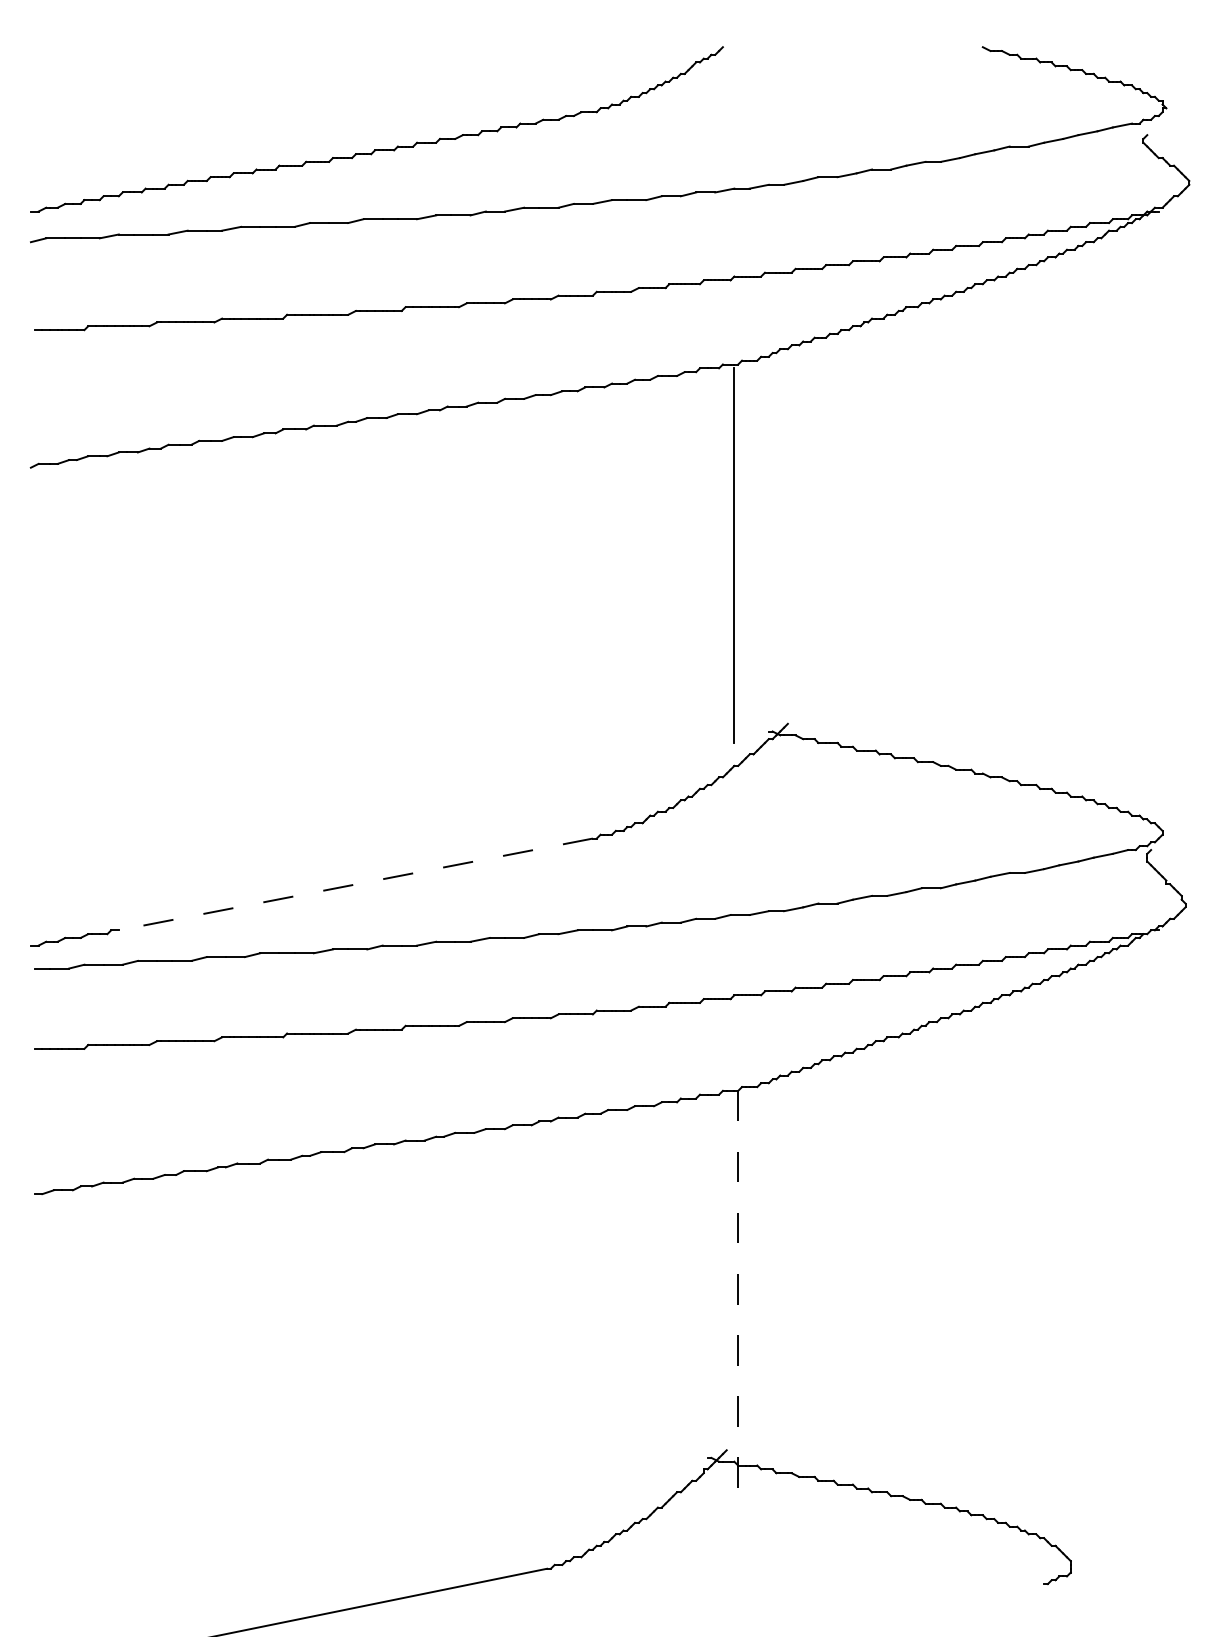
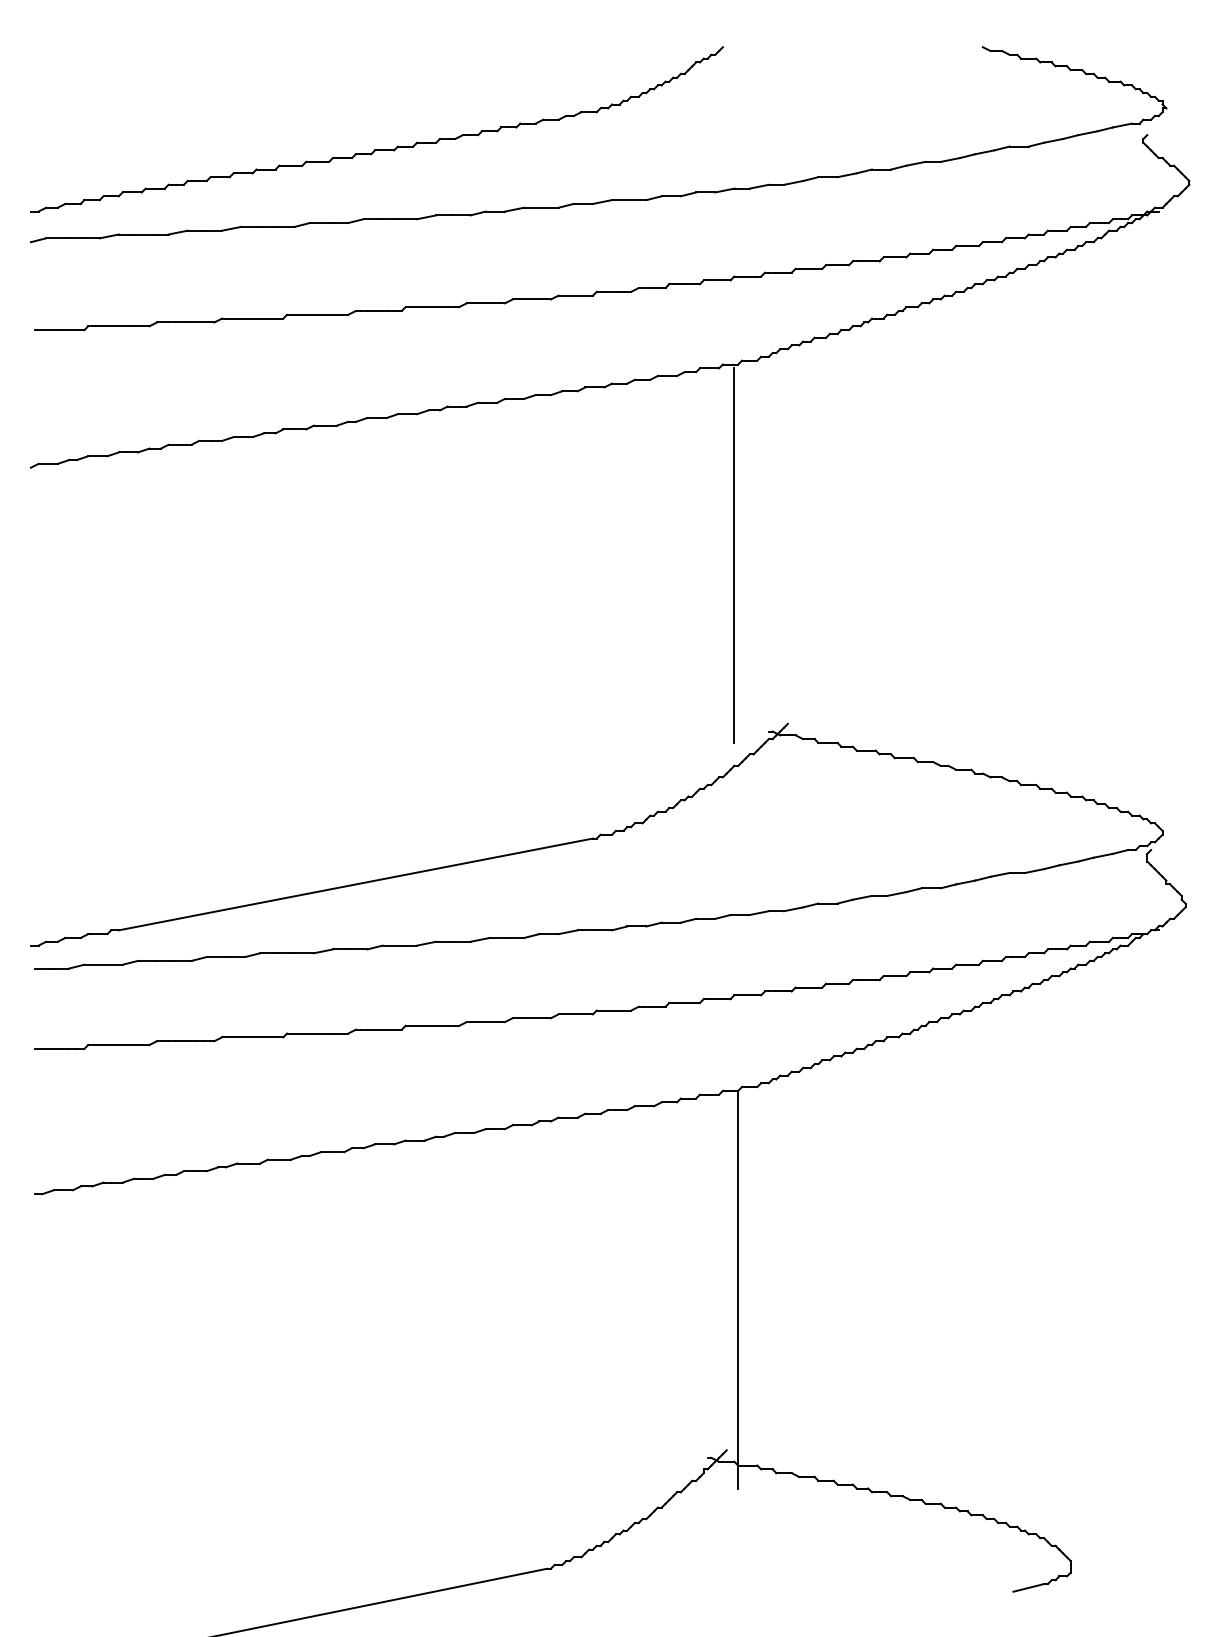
line at (355, 884): dashed -> solid
line at (738, 1289): dashed -> solid
line at (1028, 1587): none -> present
